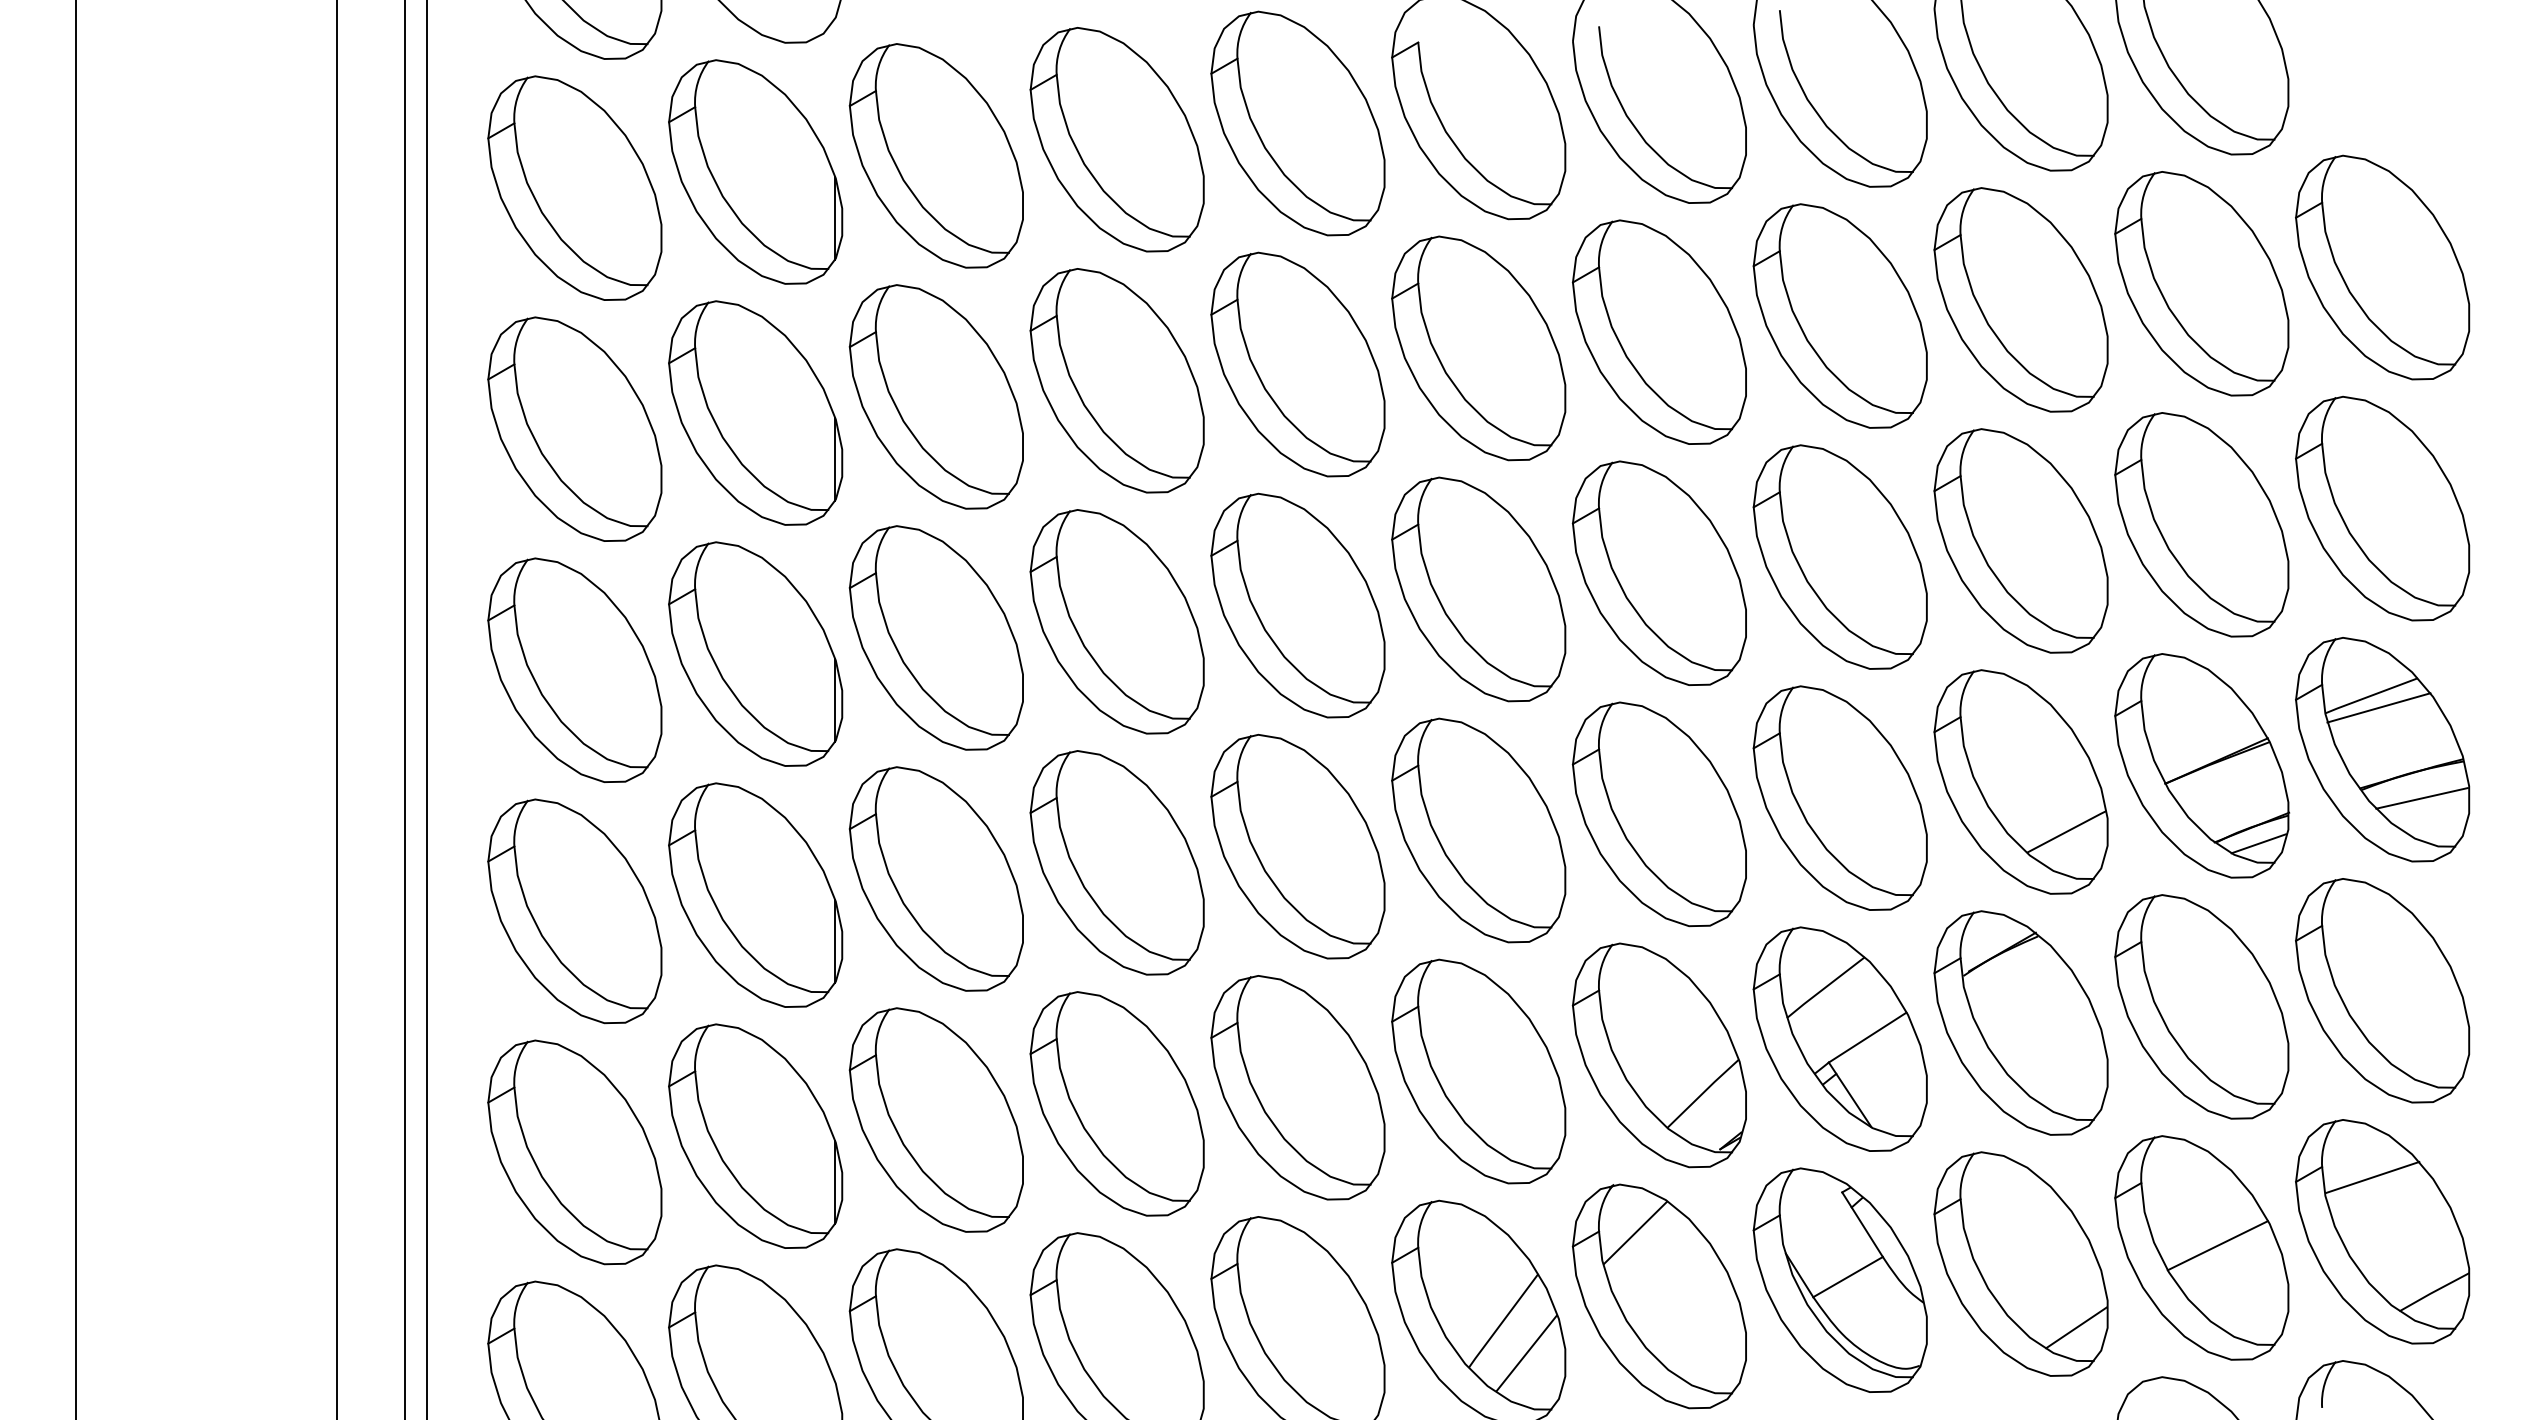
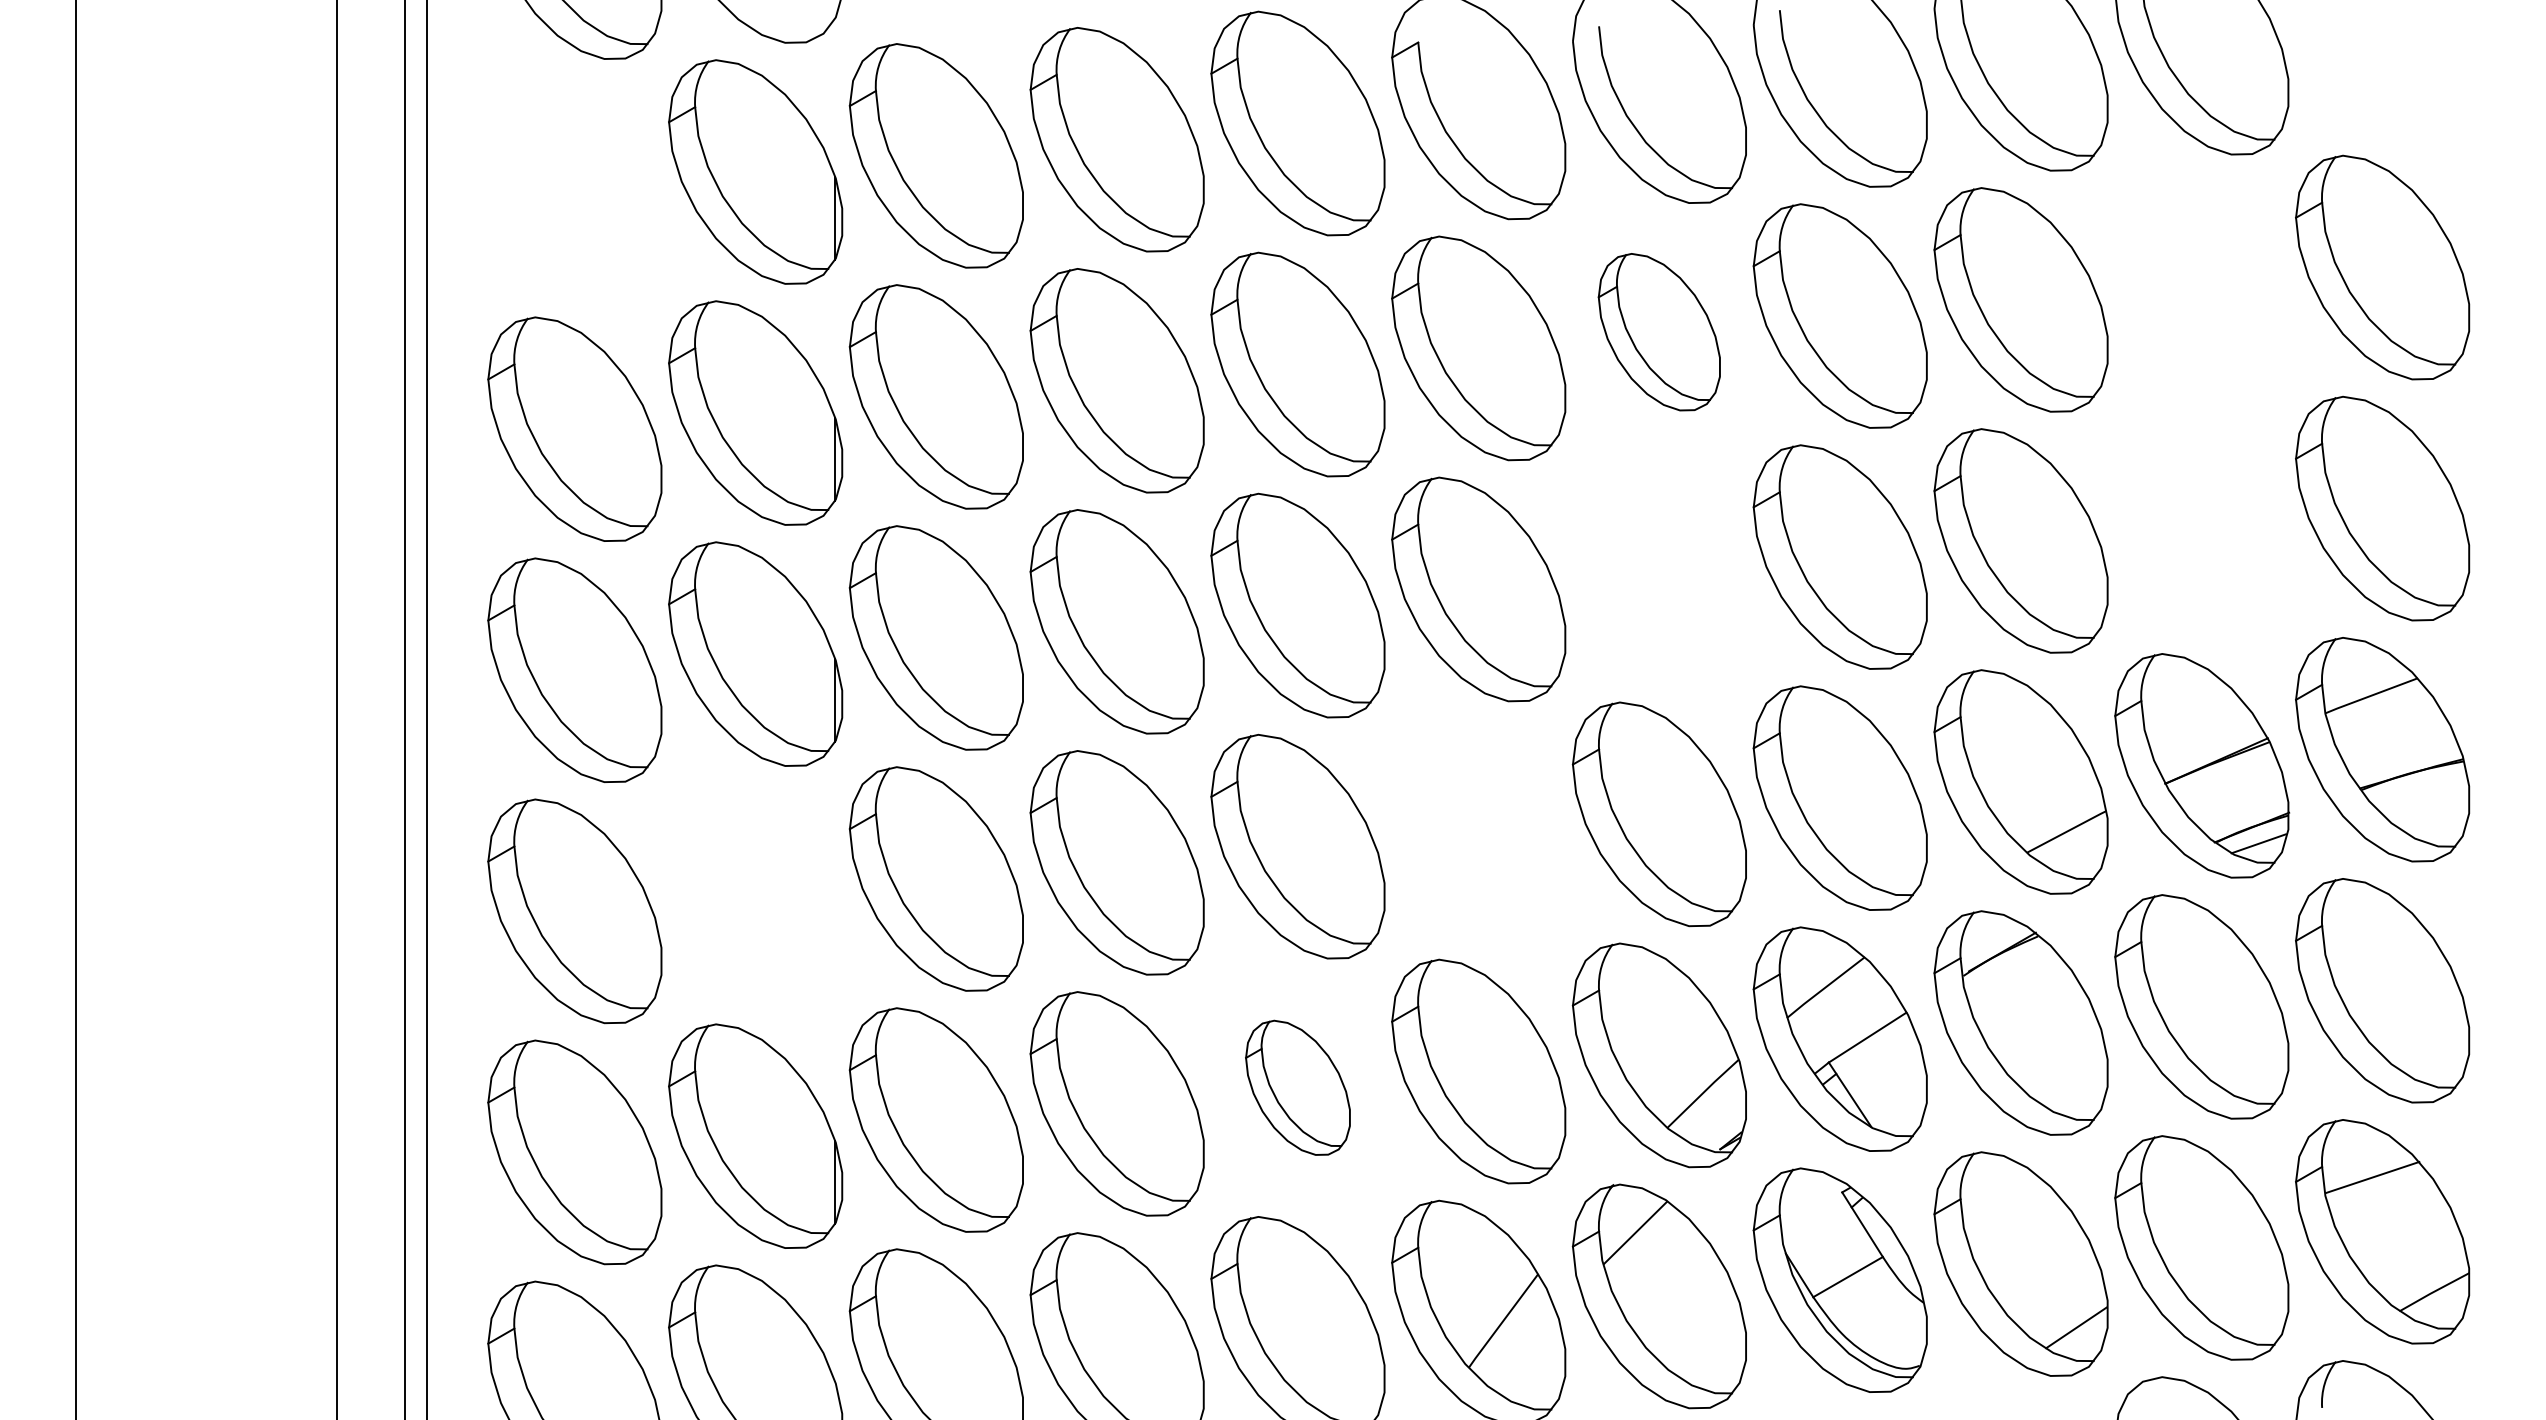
part at (574, 187): present -> none
part at (2201, 283): present -> none
part at (1658, 331) size: 176x226 px -> 124x159 px
part at (2201, 524): present -> none
part at (1658, 572): present -> none
line at (2378, 707): present -> none
line at (2421, 798): present -> none
part at (1478, 830): present -> none
part at (755, 894): present -> none
part at (1297, 1087) size: 176x226 px -> 106x137 px
line at (2217, 1245): present -> none
line at (1526, 1353): present -> none
